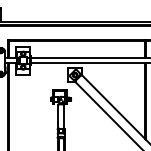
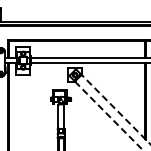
line at (116, 109): solid -> dashed
line at (109, 116): solid -> dashed
